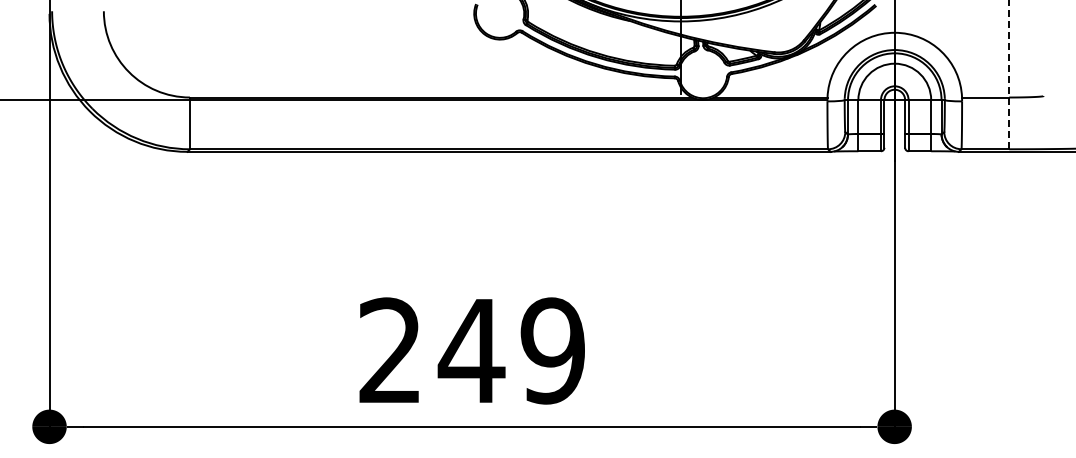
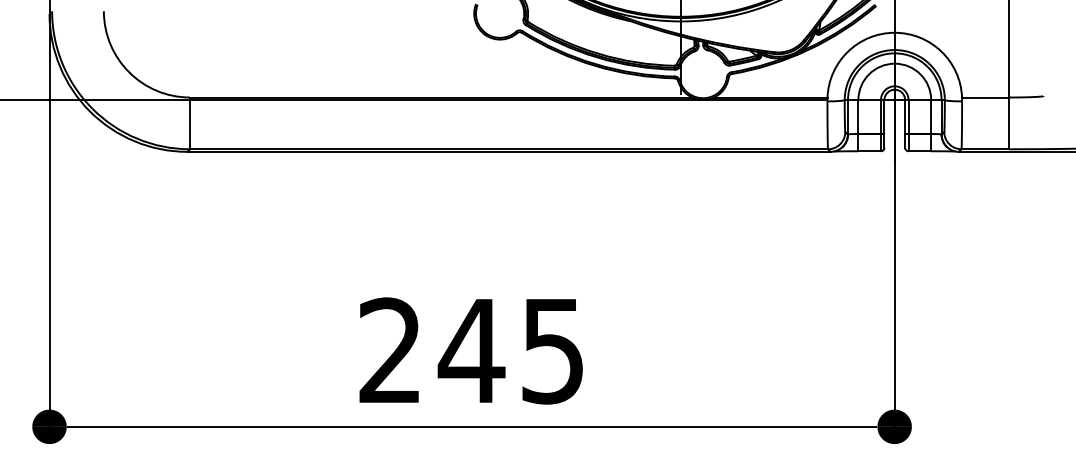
line at (1009, 74): dashed -> solid
text at (552, 350): 249 -> 245
